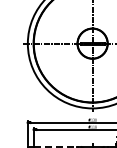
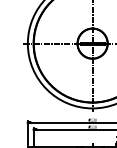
line at (55, 146): dashed -> solid
